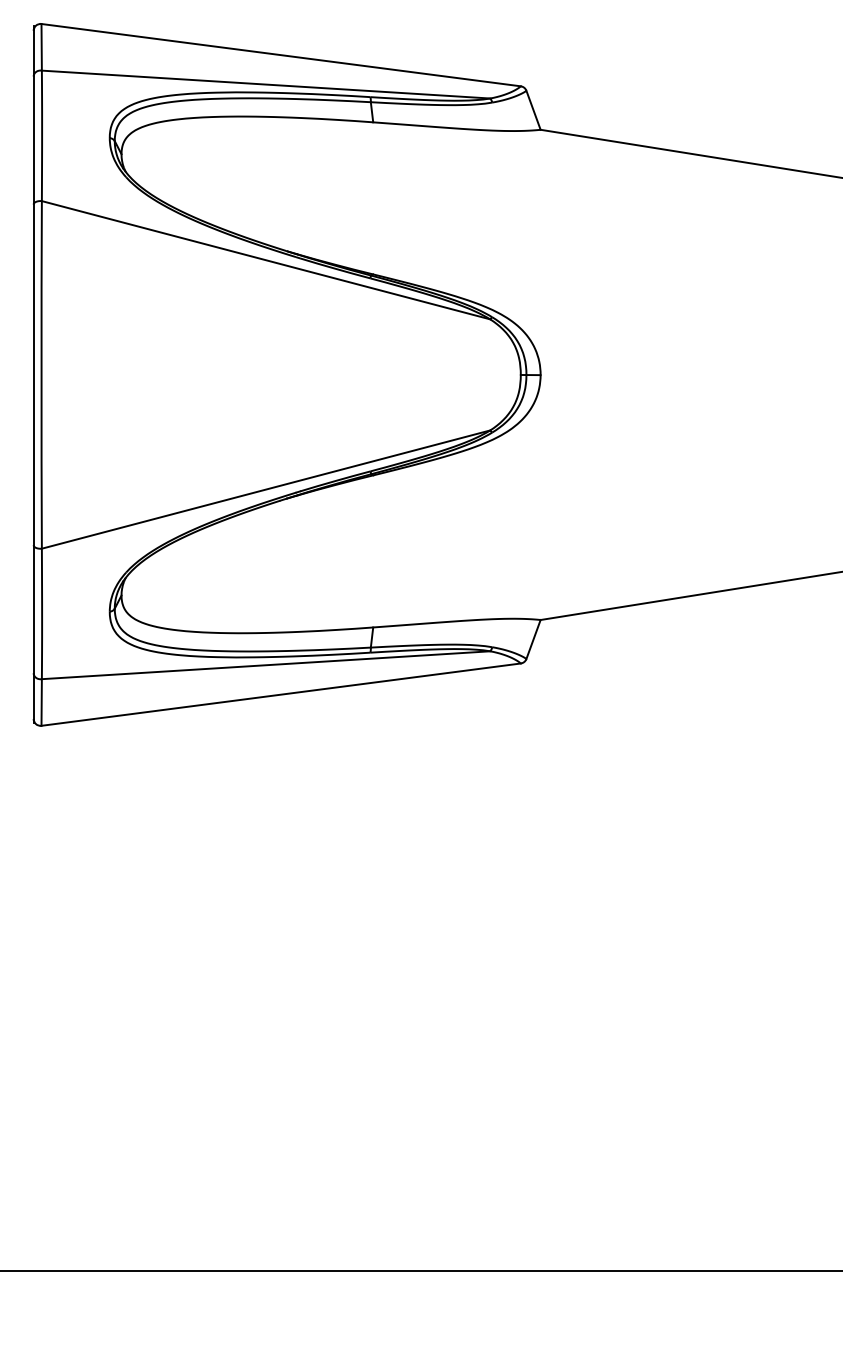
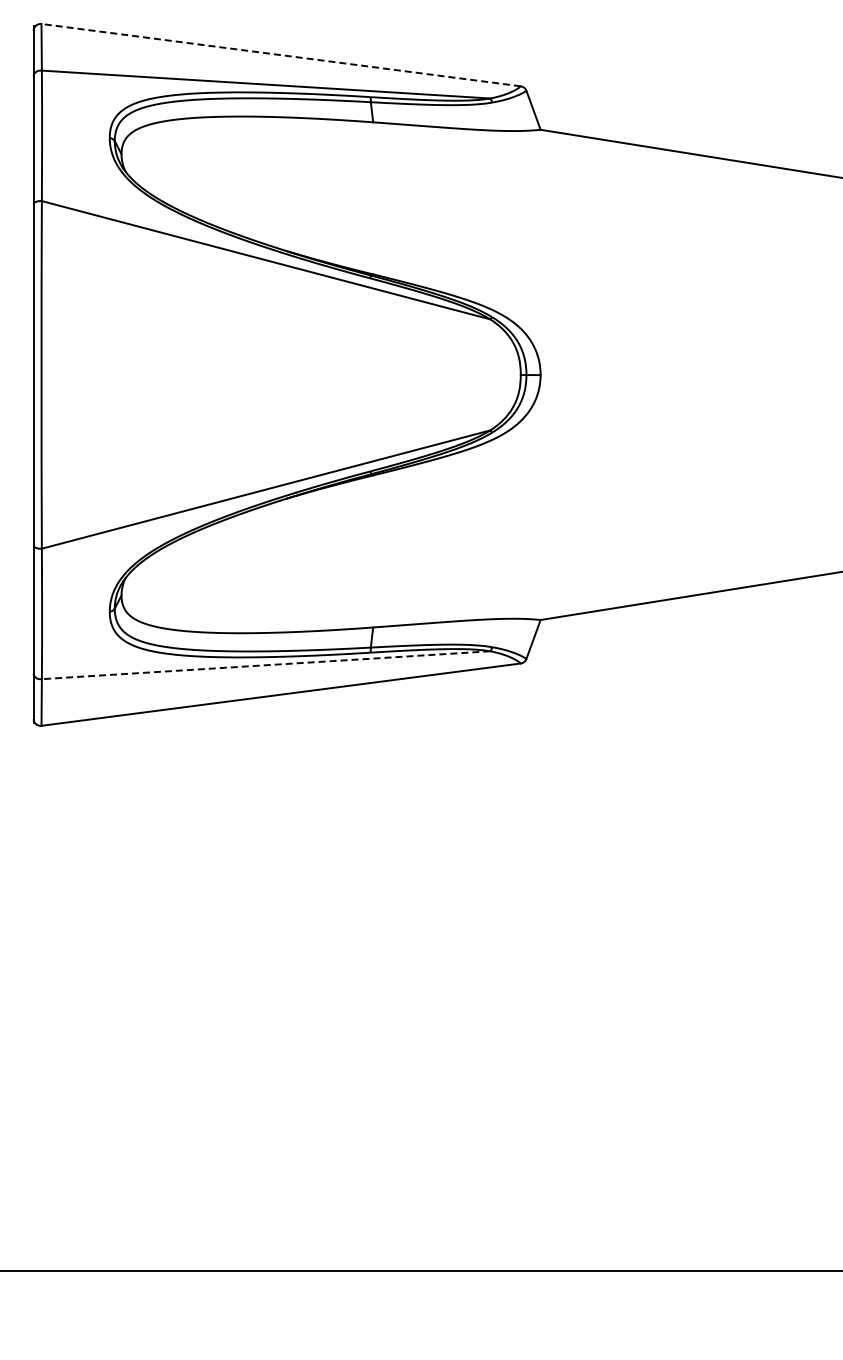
line at (281, 55): solid -> dashed
line at (266, 665): solid -> dashed
